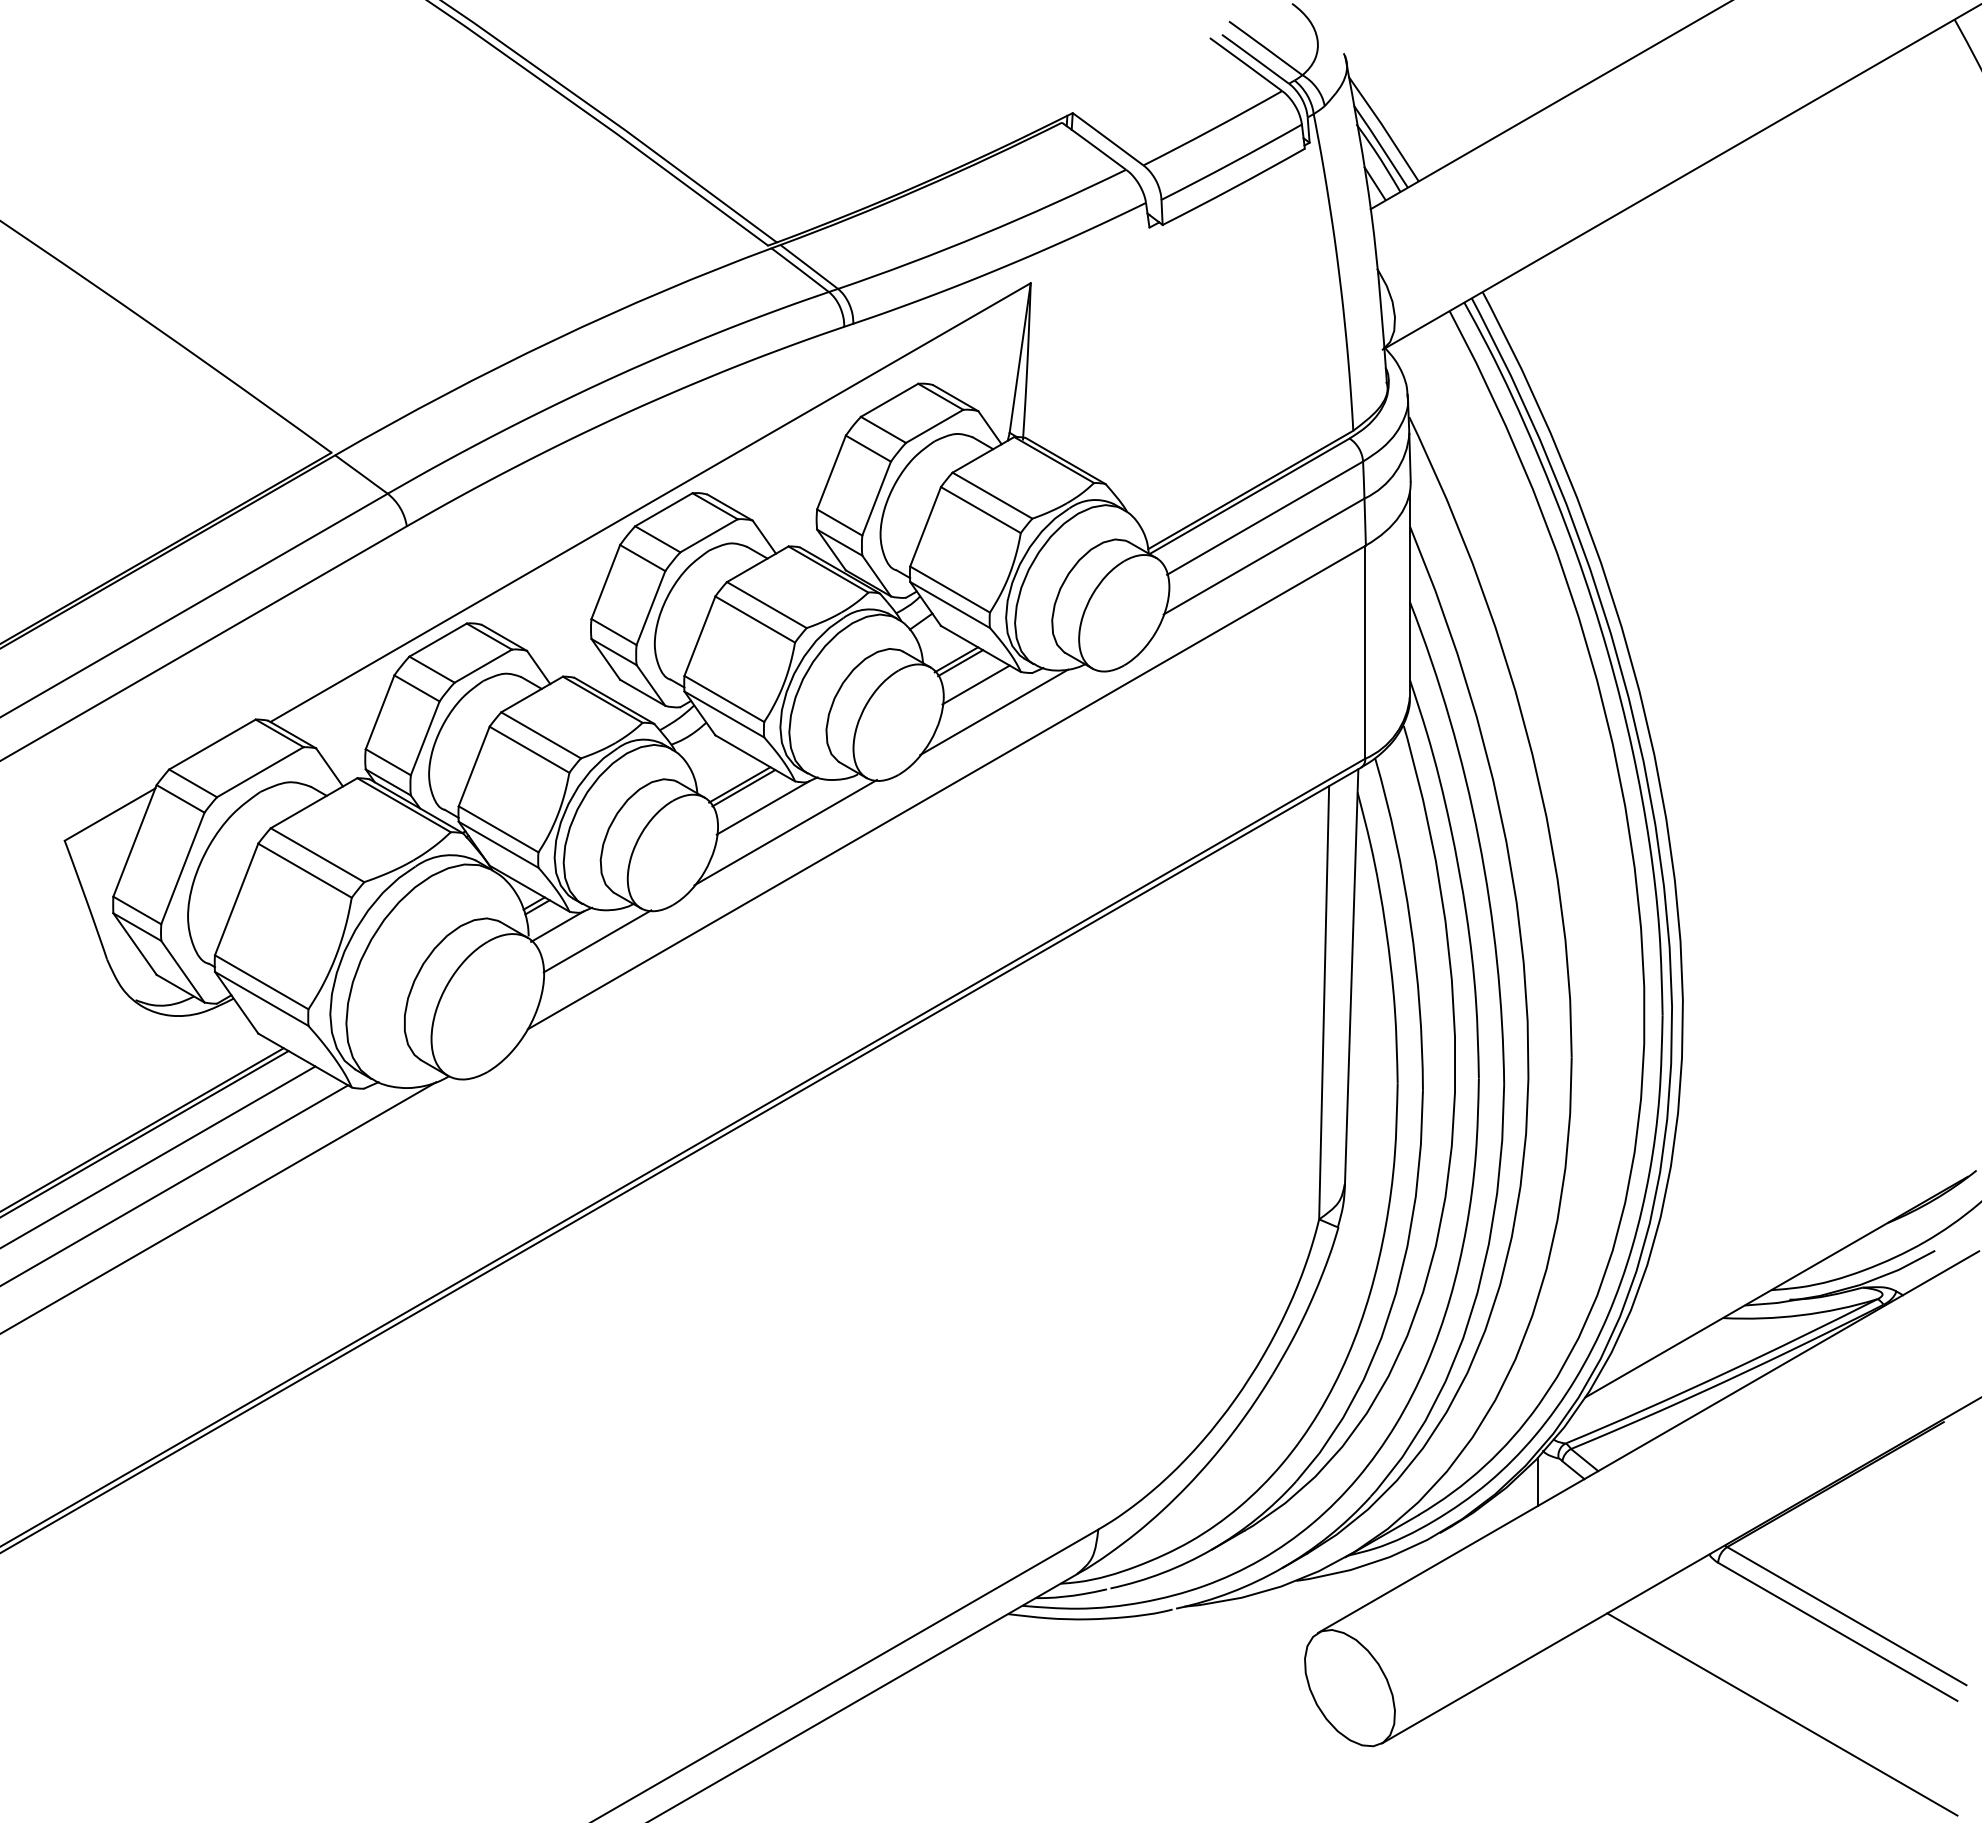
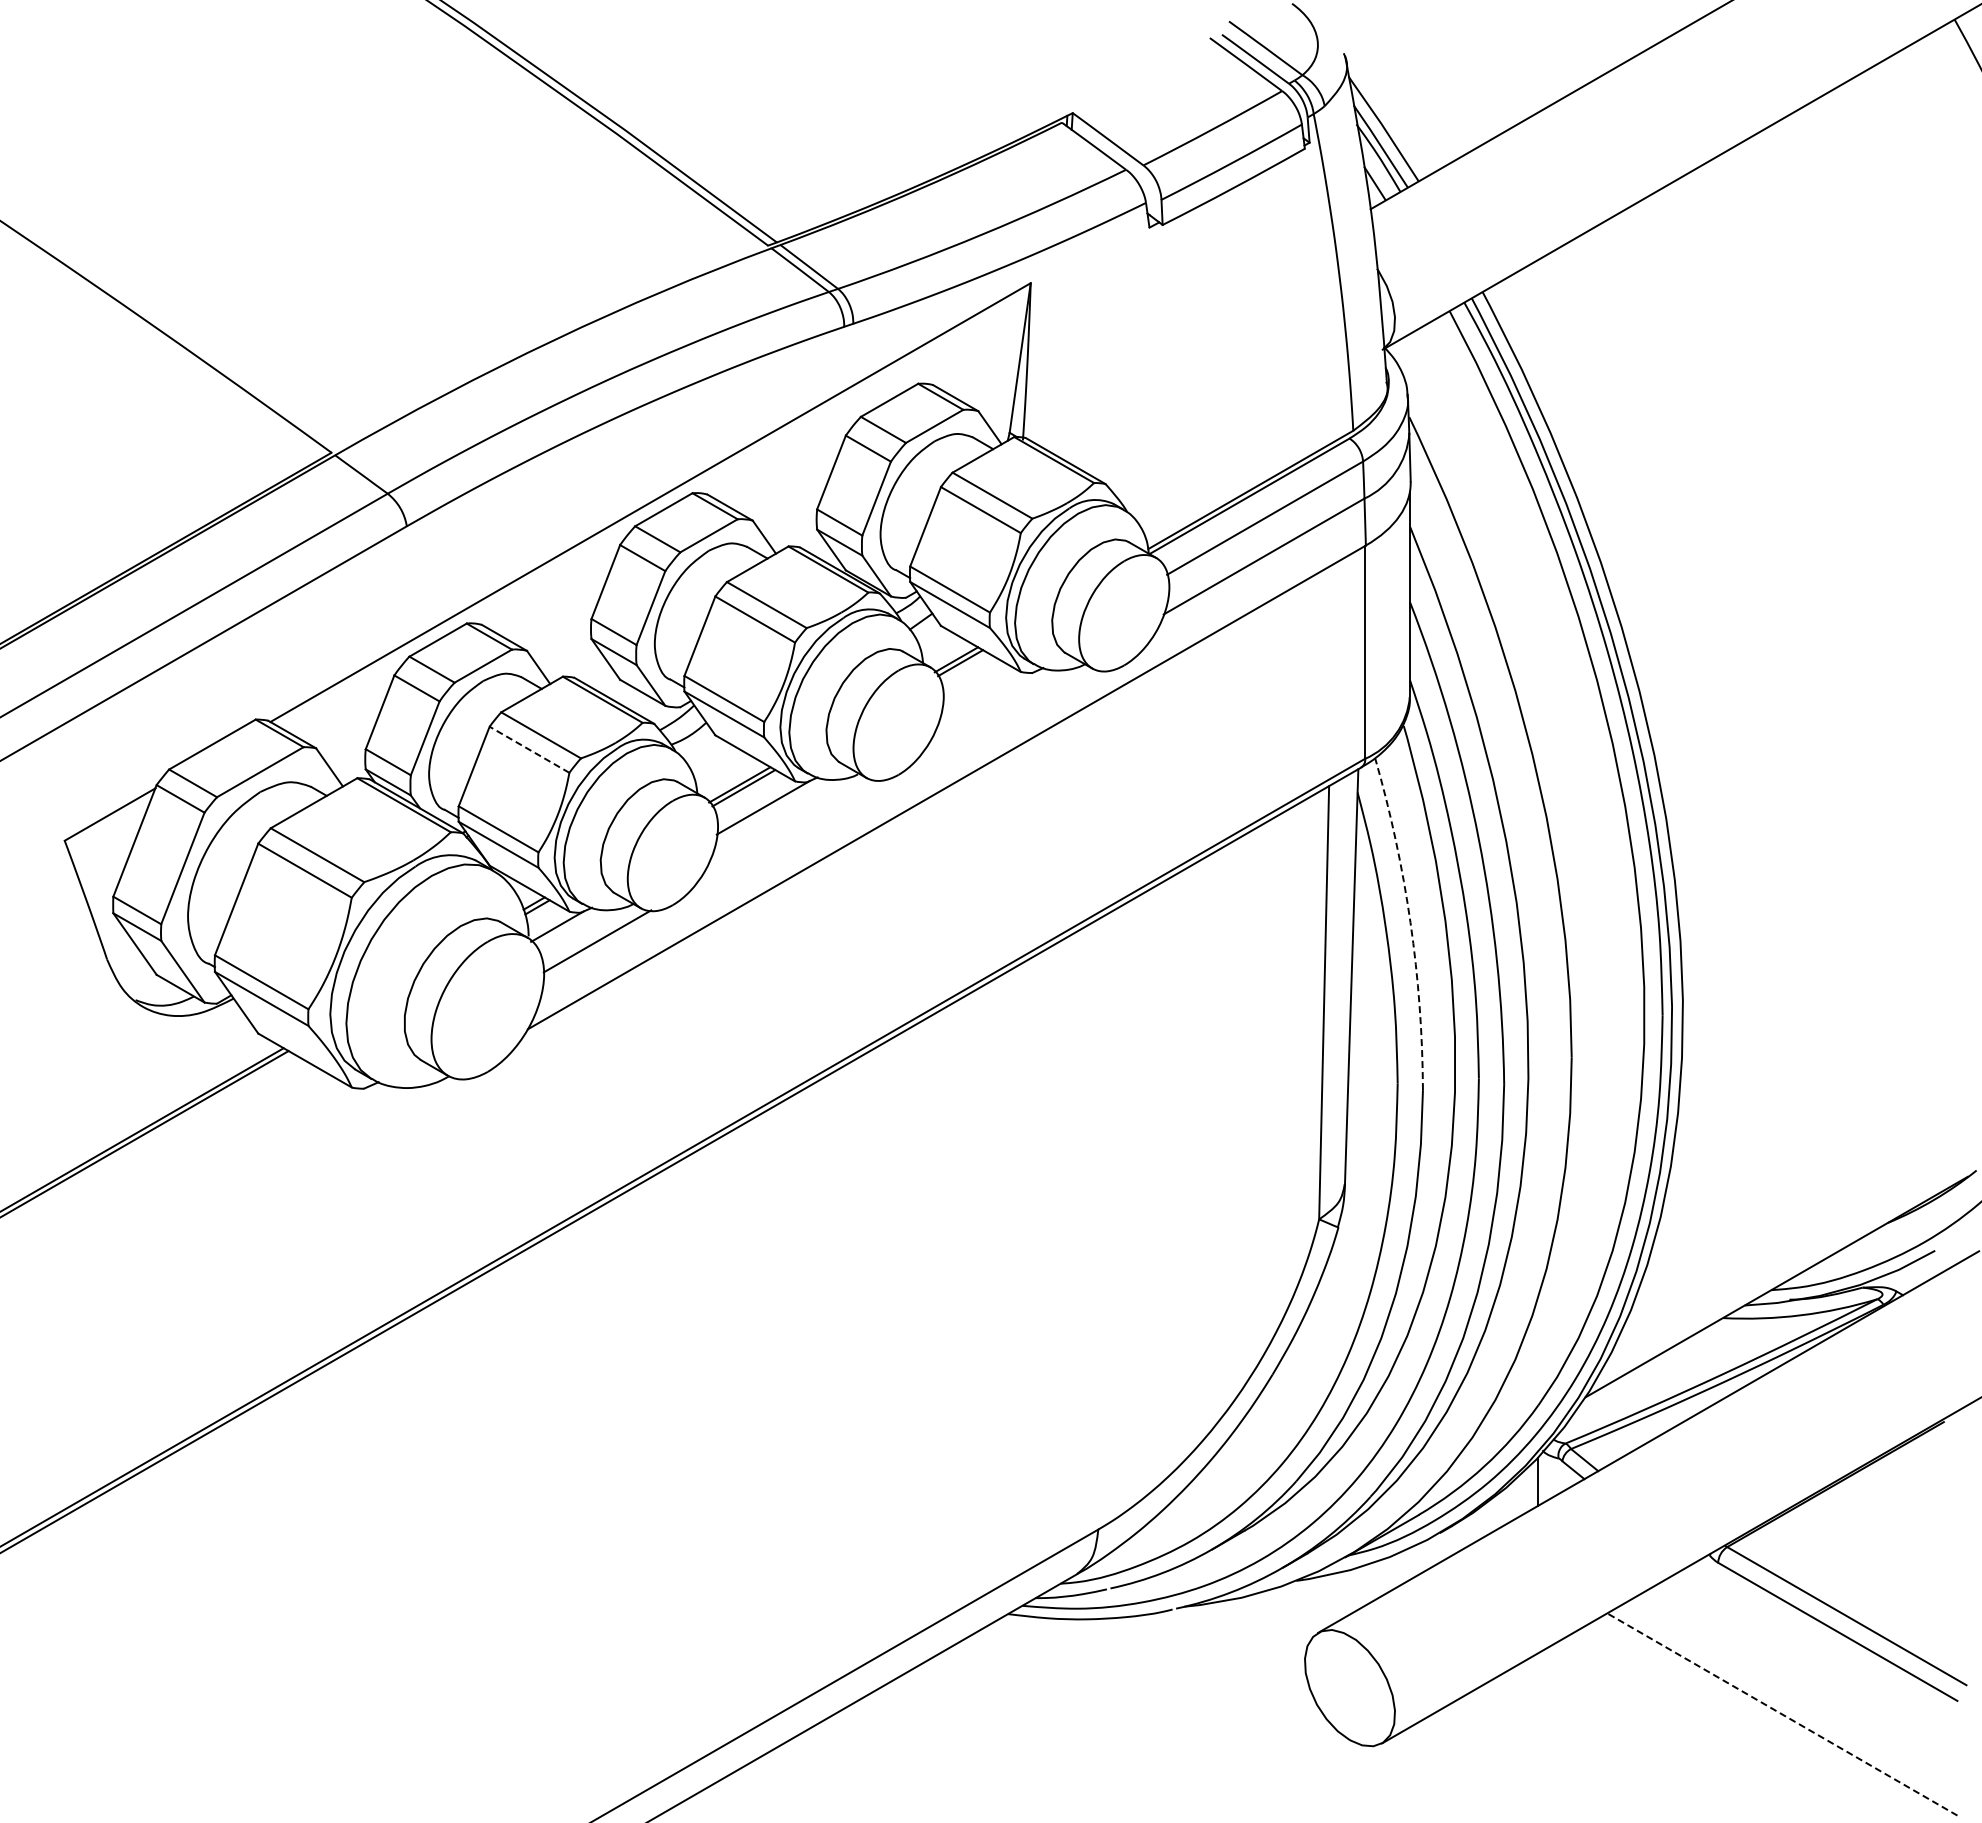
line at (975, 684): present -> none
line at (994, 712): present -> none
line at (529, 749): solid -> dashed
line at (785, 832): present -> none
arc at (1410, 922): solid -> dashed
line at (158, 1156): present -> none
line at (175, 1185): present -> none
line at (219, 1207): present -> none
line at (1781, 1714): solid -> dashed
